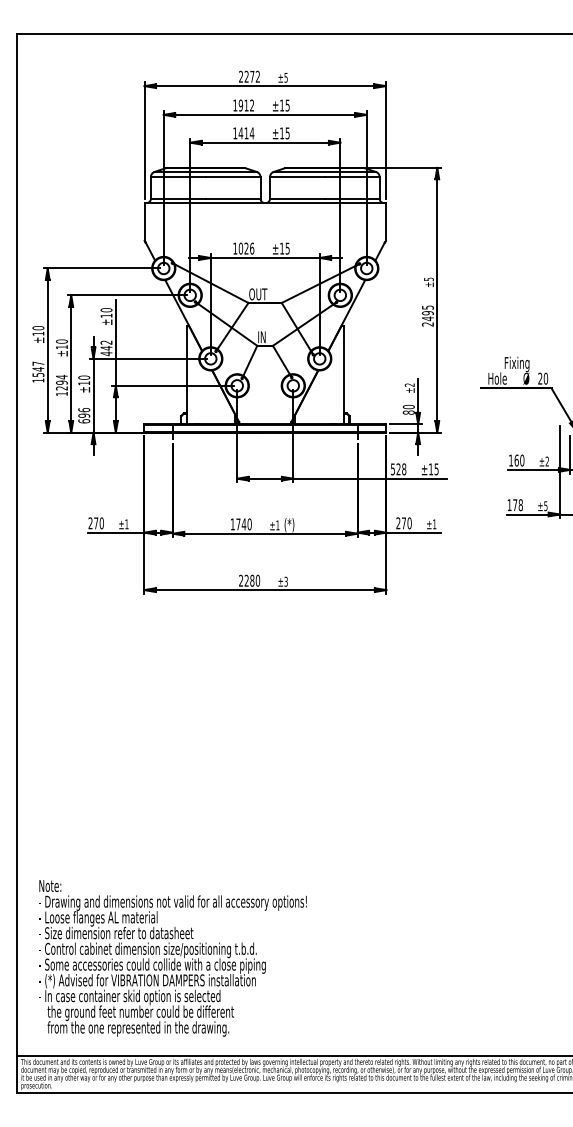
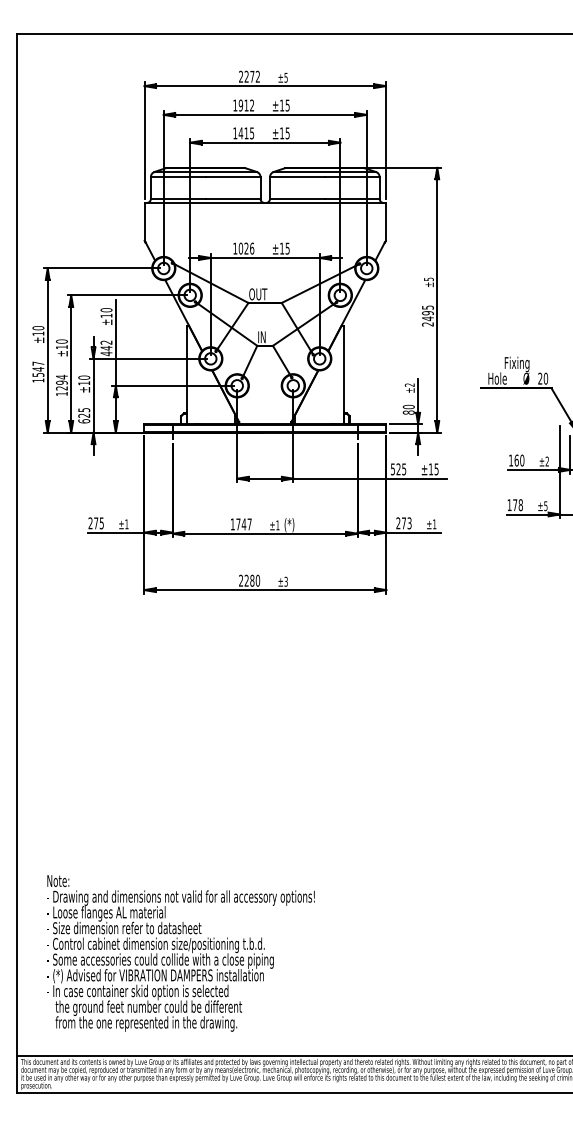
text at (251, 133): 1414 -> 1415
text at (84, 412): 696 -> 625
text at (404, 469): 528 -> 525
text at (101, 523): 270 -> 275
text at (409, 523): 270 -> 273
text at (249, 524): 1740 -> 1747
text at (172, 958) position: (172, 958) -> (180, 953)
